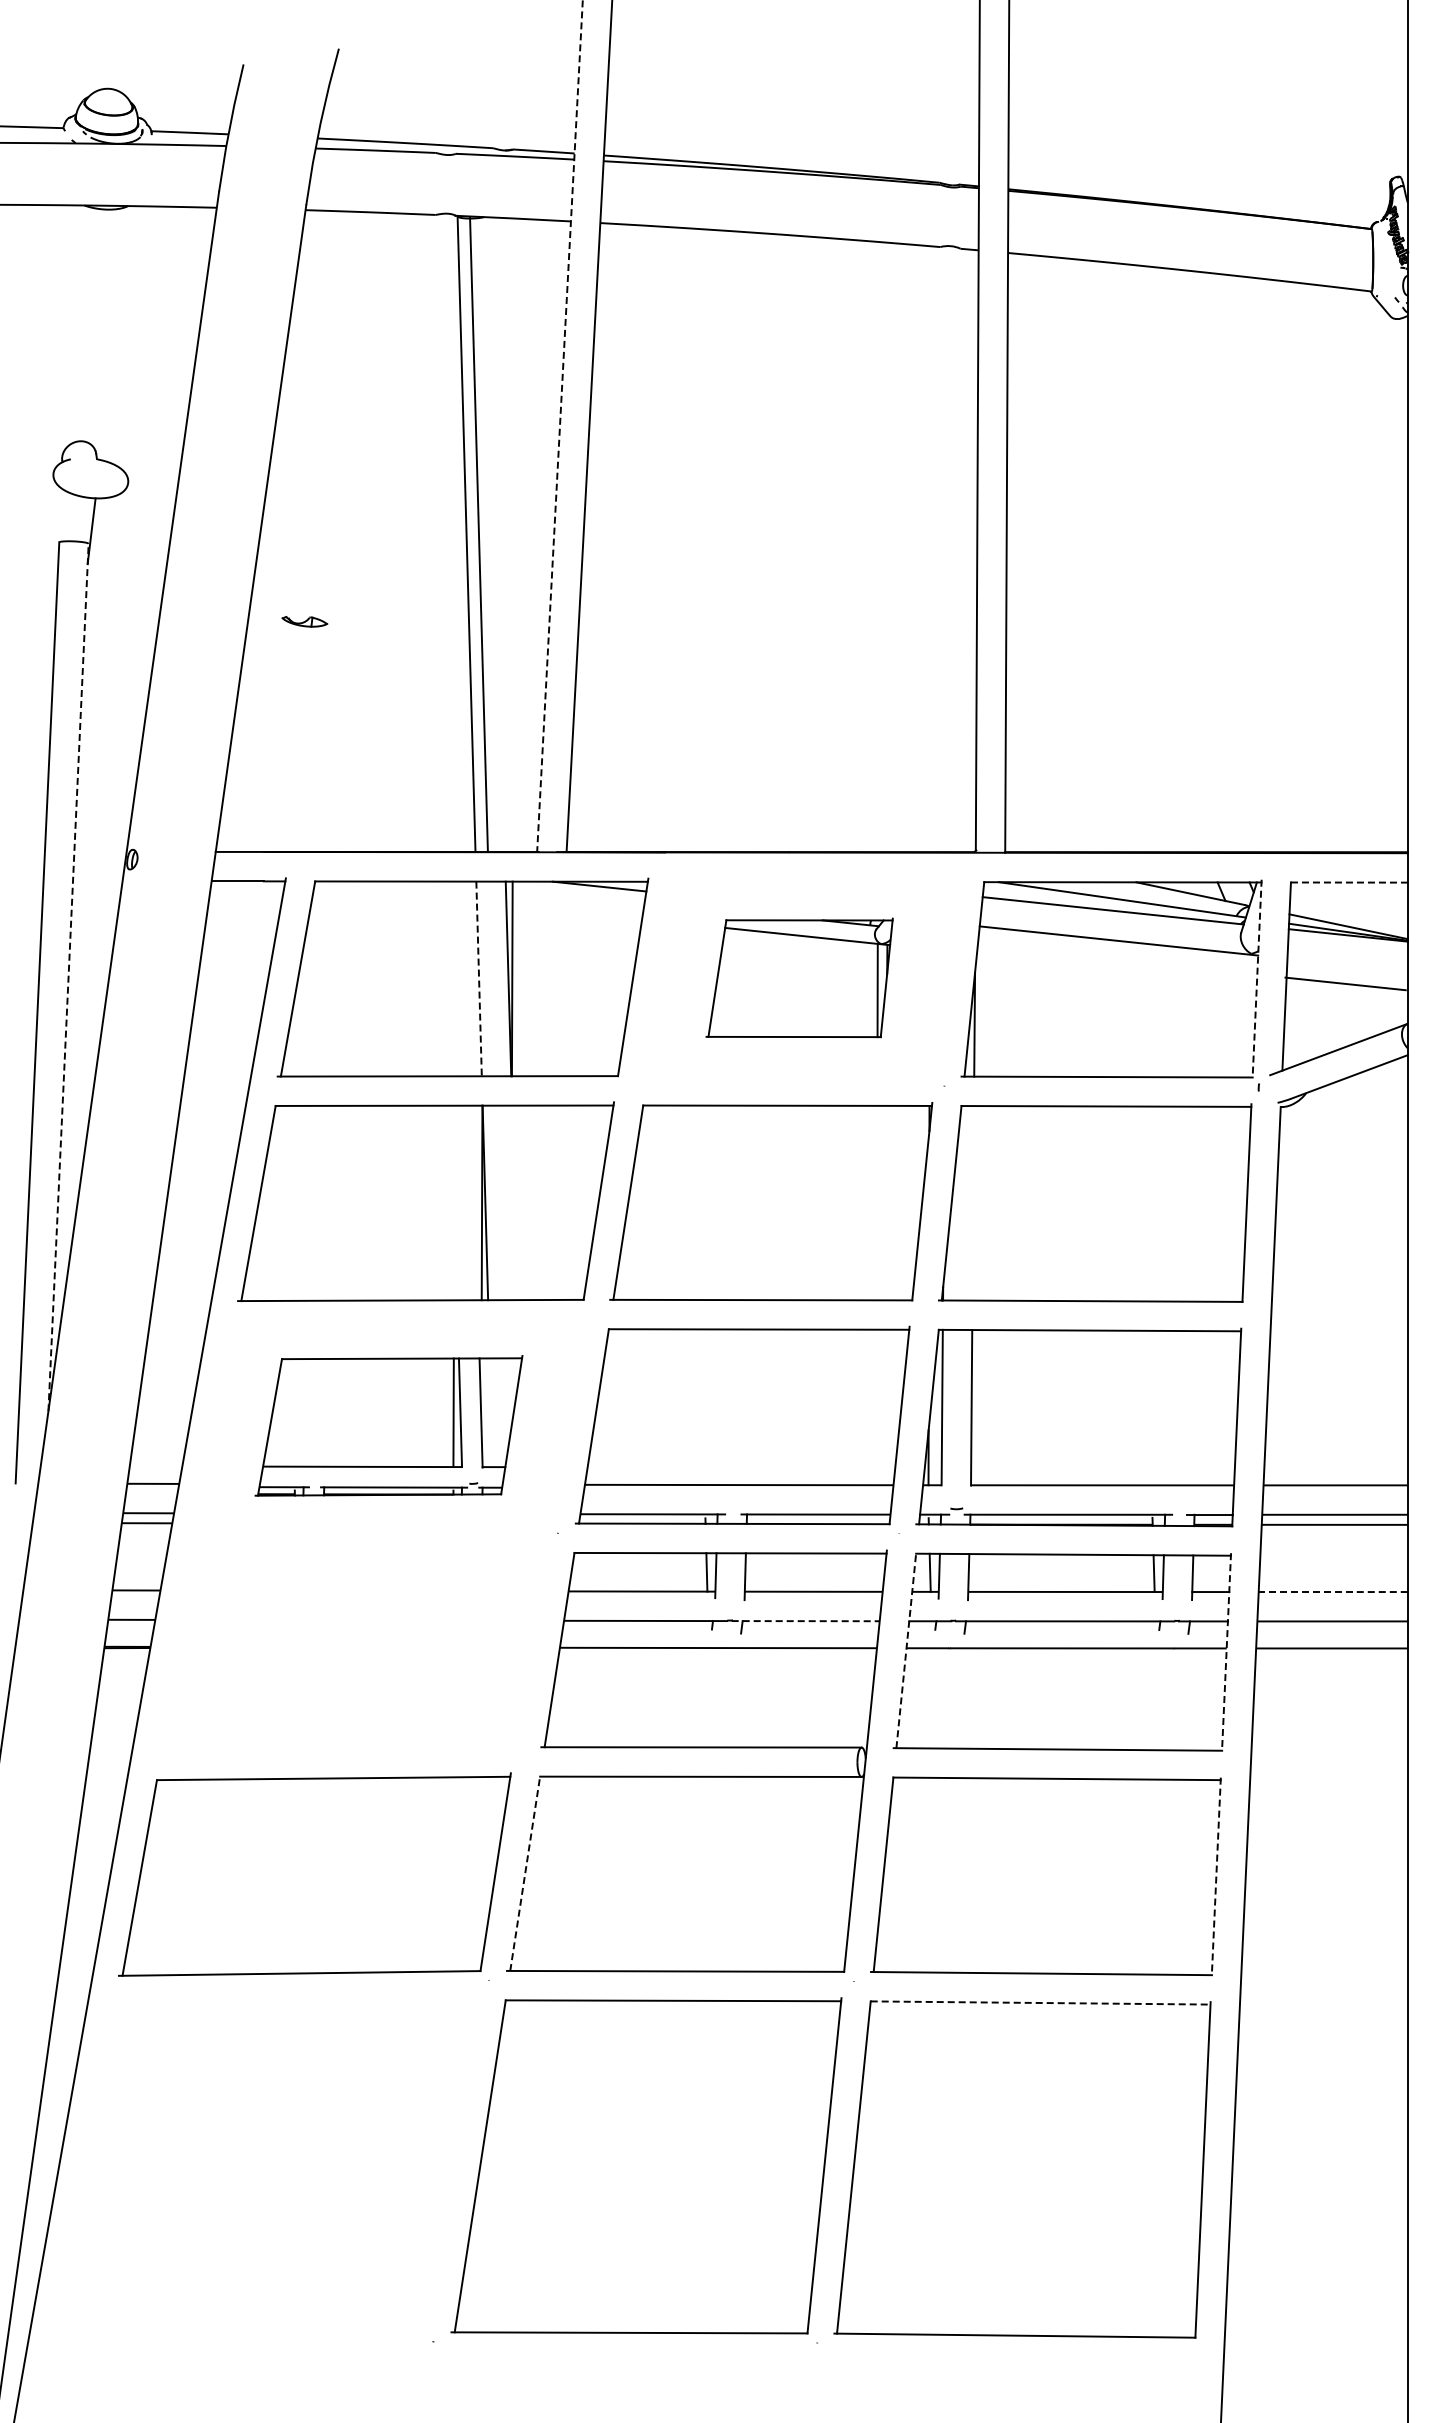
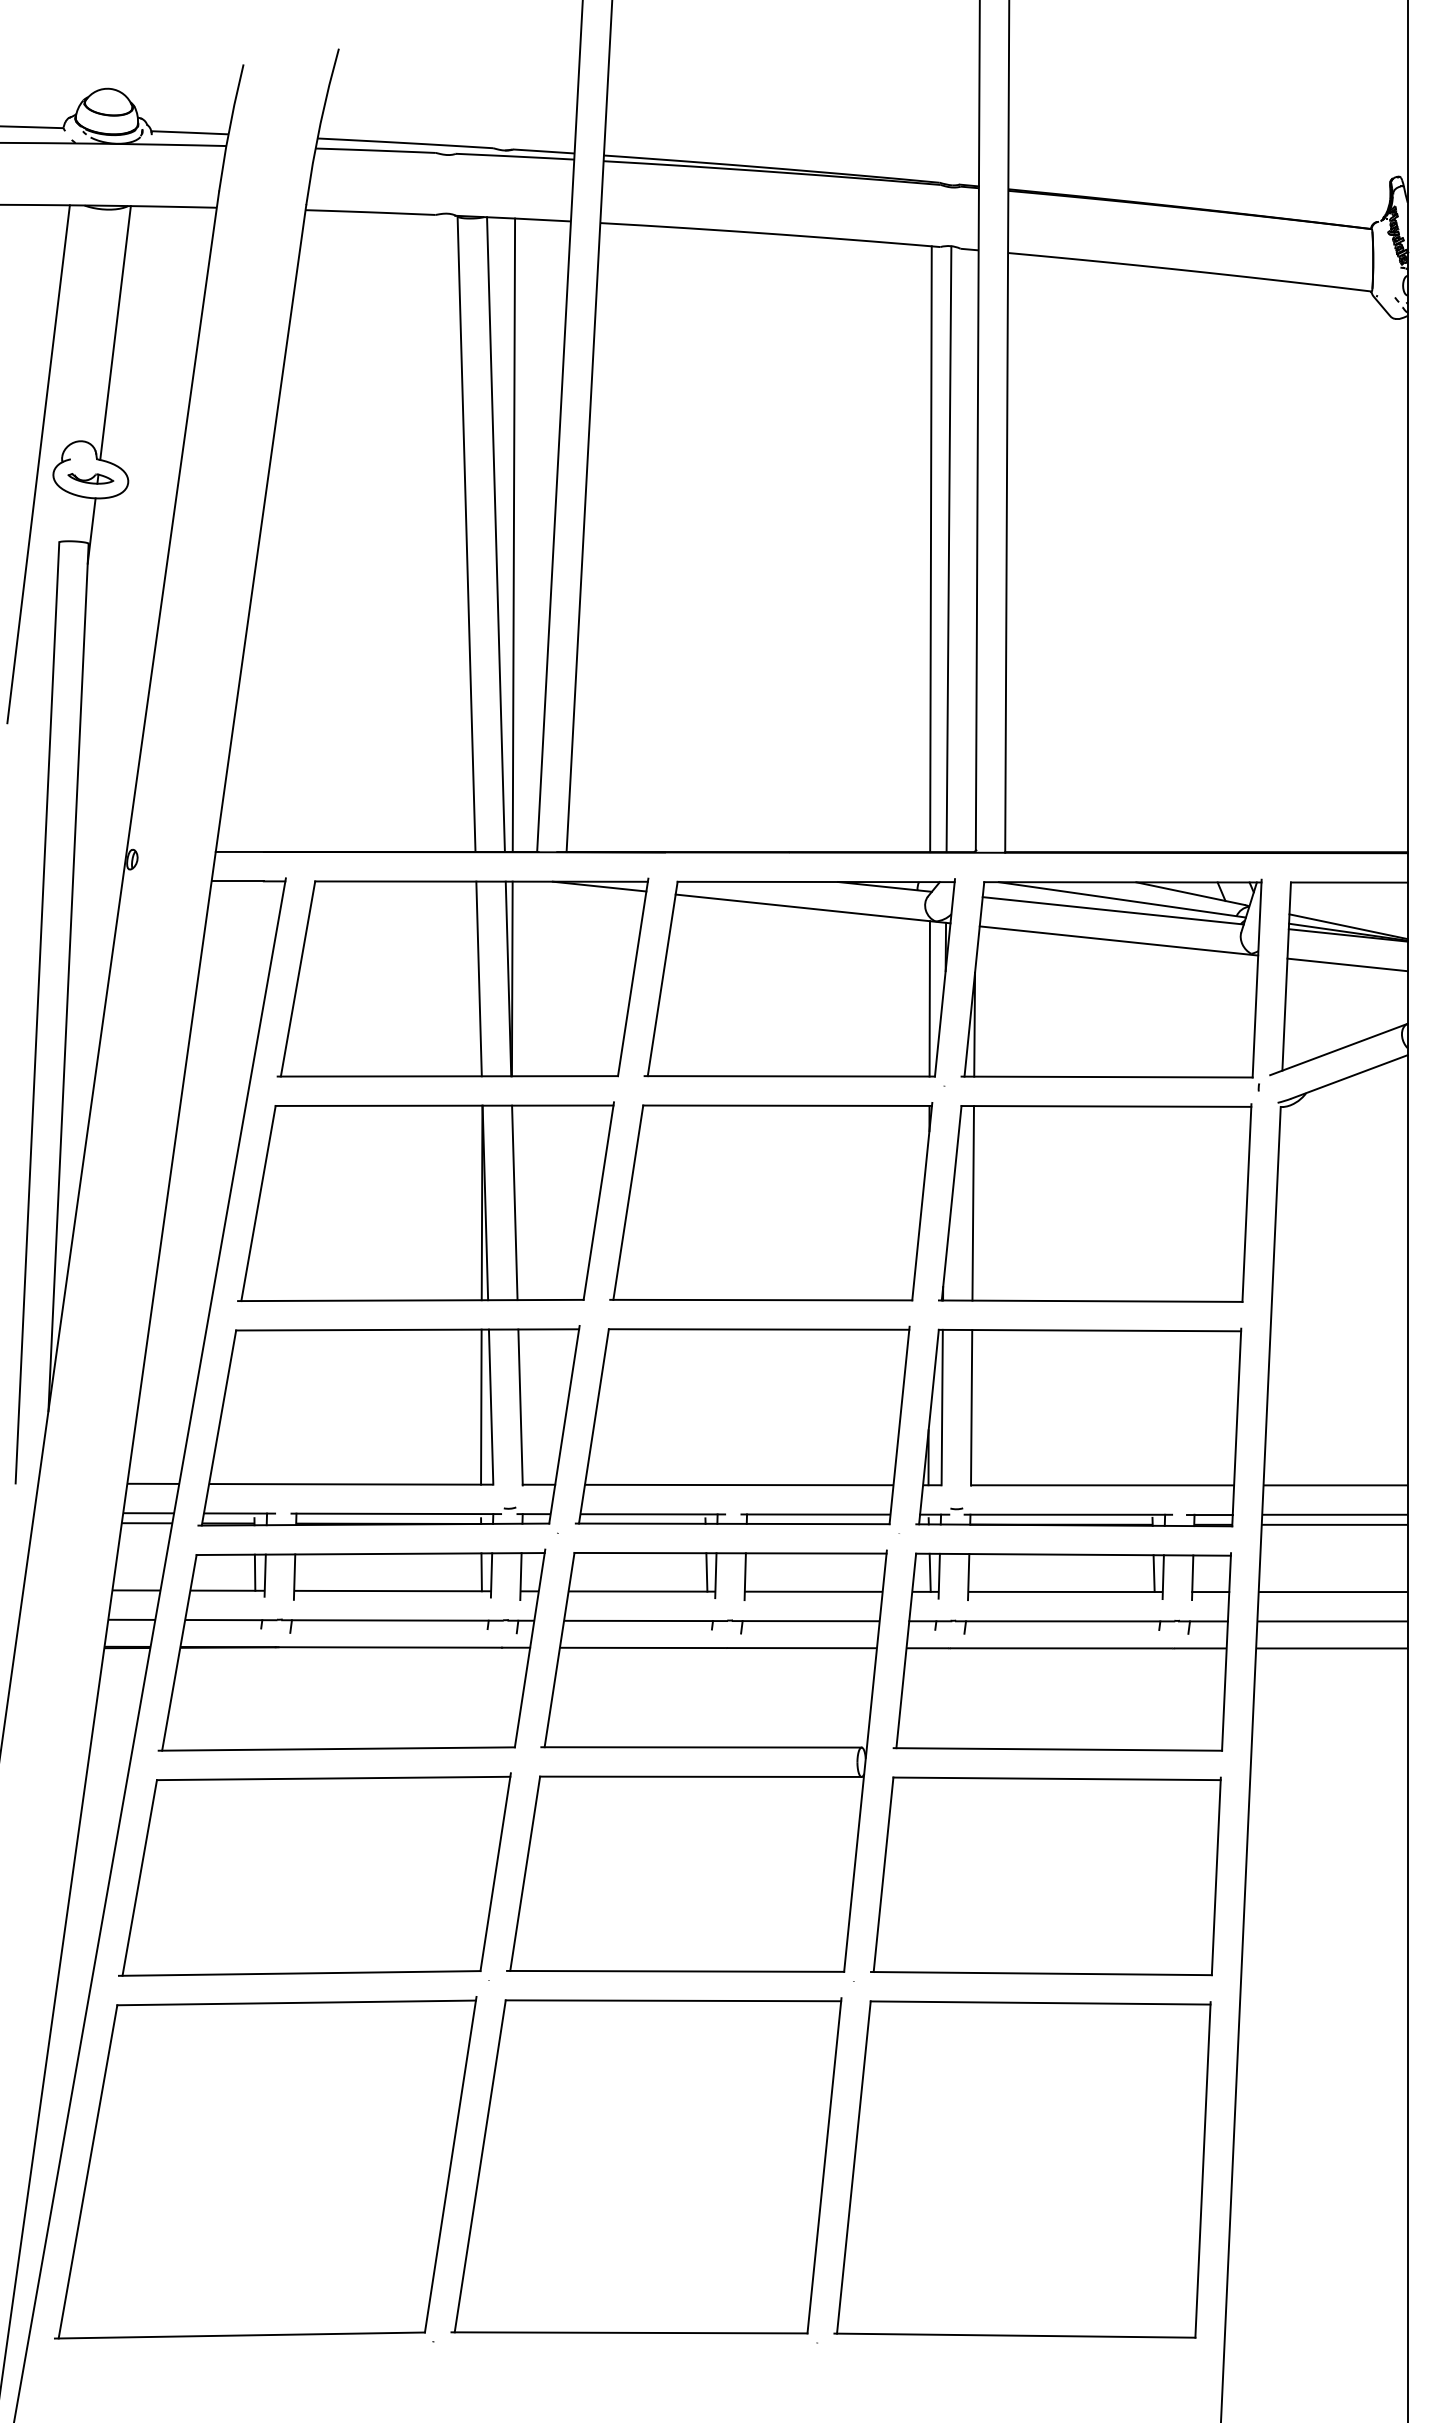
line at (115, 333): none -> present
line at (559, 426): dashed -> solid
line at (38, 464): none -> present
line at (478, 534) position: (478, 534) -> (495, 534)
line at (513, 535): none -> present
line at (930, 549): none -> present
line at (948, 549): none -> present
part at (304, 621) position: (304, 621) -> (90, 478)
line at (1349, 882): dashed -> solid
line at (68, 977): dashed -> solid
part at (799, 977) size: 189x122 px -> 313x200 px
line at (1257, 978): dashed -> solid
line at (479, 979): dashed -> solid
line at (1345, 983) position: (1345, 983) -> (1347, 964)
line at (514, 1202): none -> present
line at (973, 1203): none -> present
part at (388, 1425) size: 270x142 px -> 384x202 px
line at (1332, 1592): dashed -> solid
line at (806, 1621): dashed -> solid
part at (351, 1649): none -> present
line at (906, 1650): dashed -> solid
line at (1226, 1651): dashed -> solid
line at (525, 1873): dashed -> solid
line at (1216, 1876): dashed -> solid
line at (1040, 2002): dashed -> solid
part at (265, 2167): none -> present
